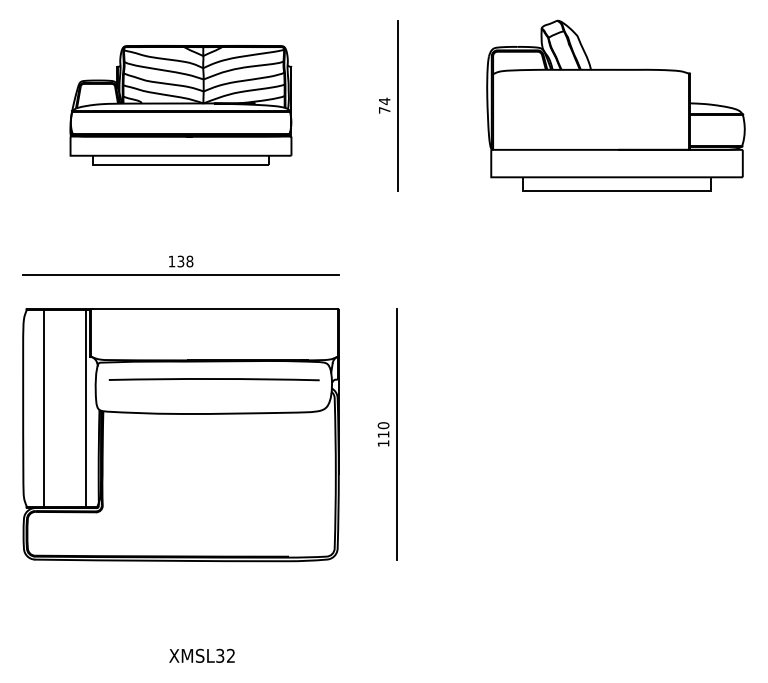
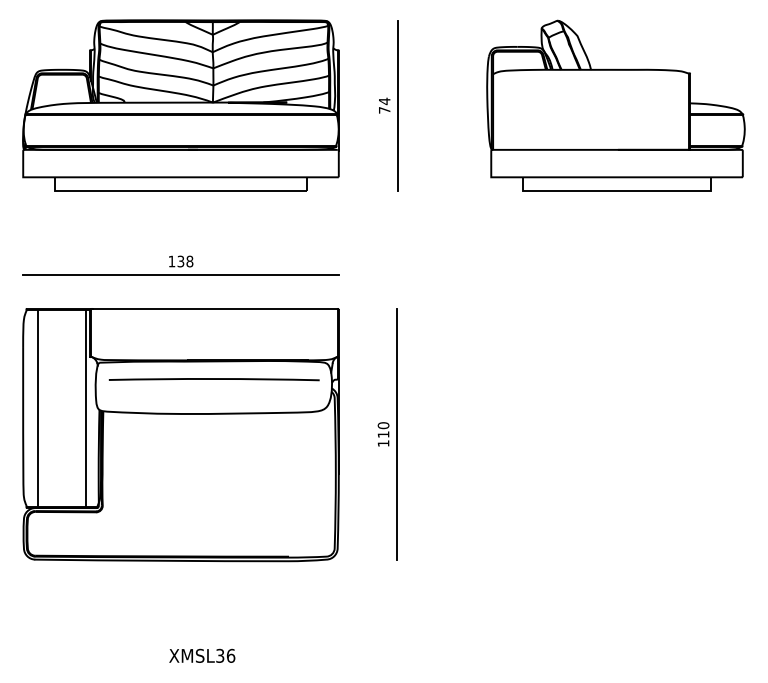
part at (180, 105) size: 224x121 px -> 318x173 px
line at (44, 408) position: (44, 408) -> (38, 408)
text at (231, 655): XMSL32 -> XMSL36
